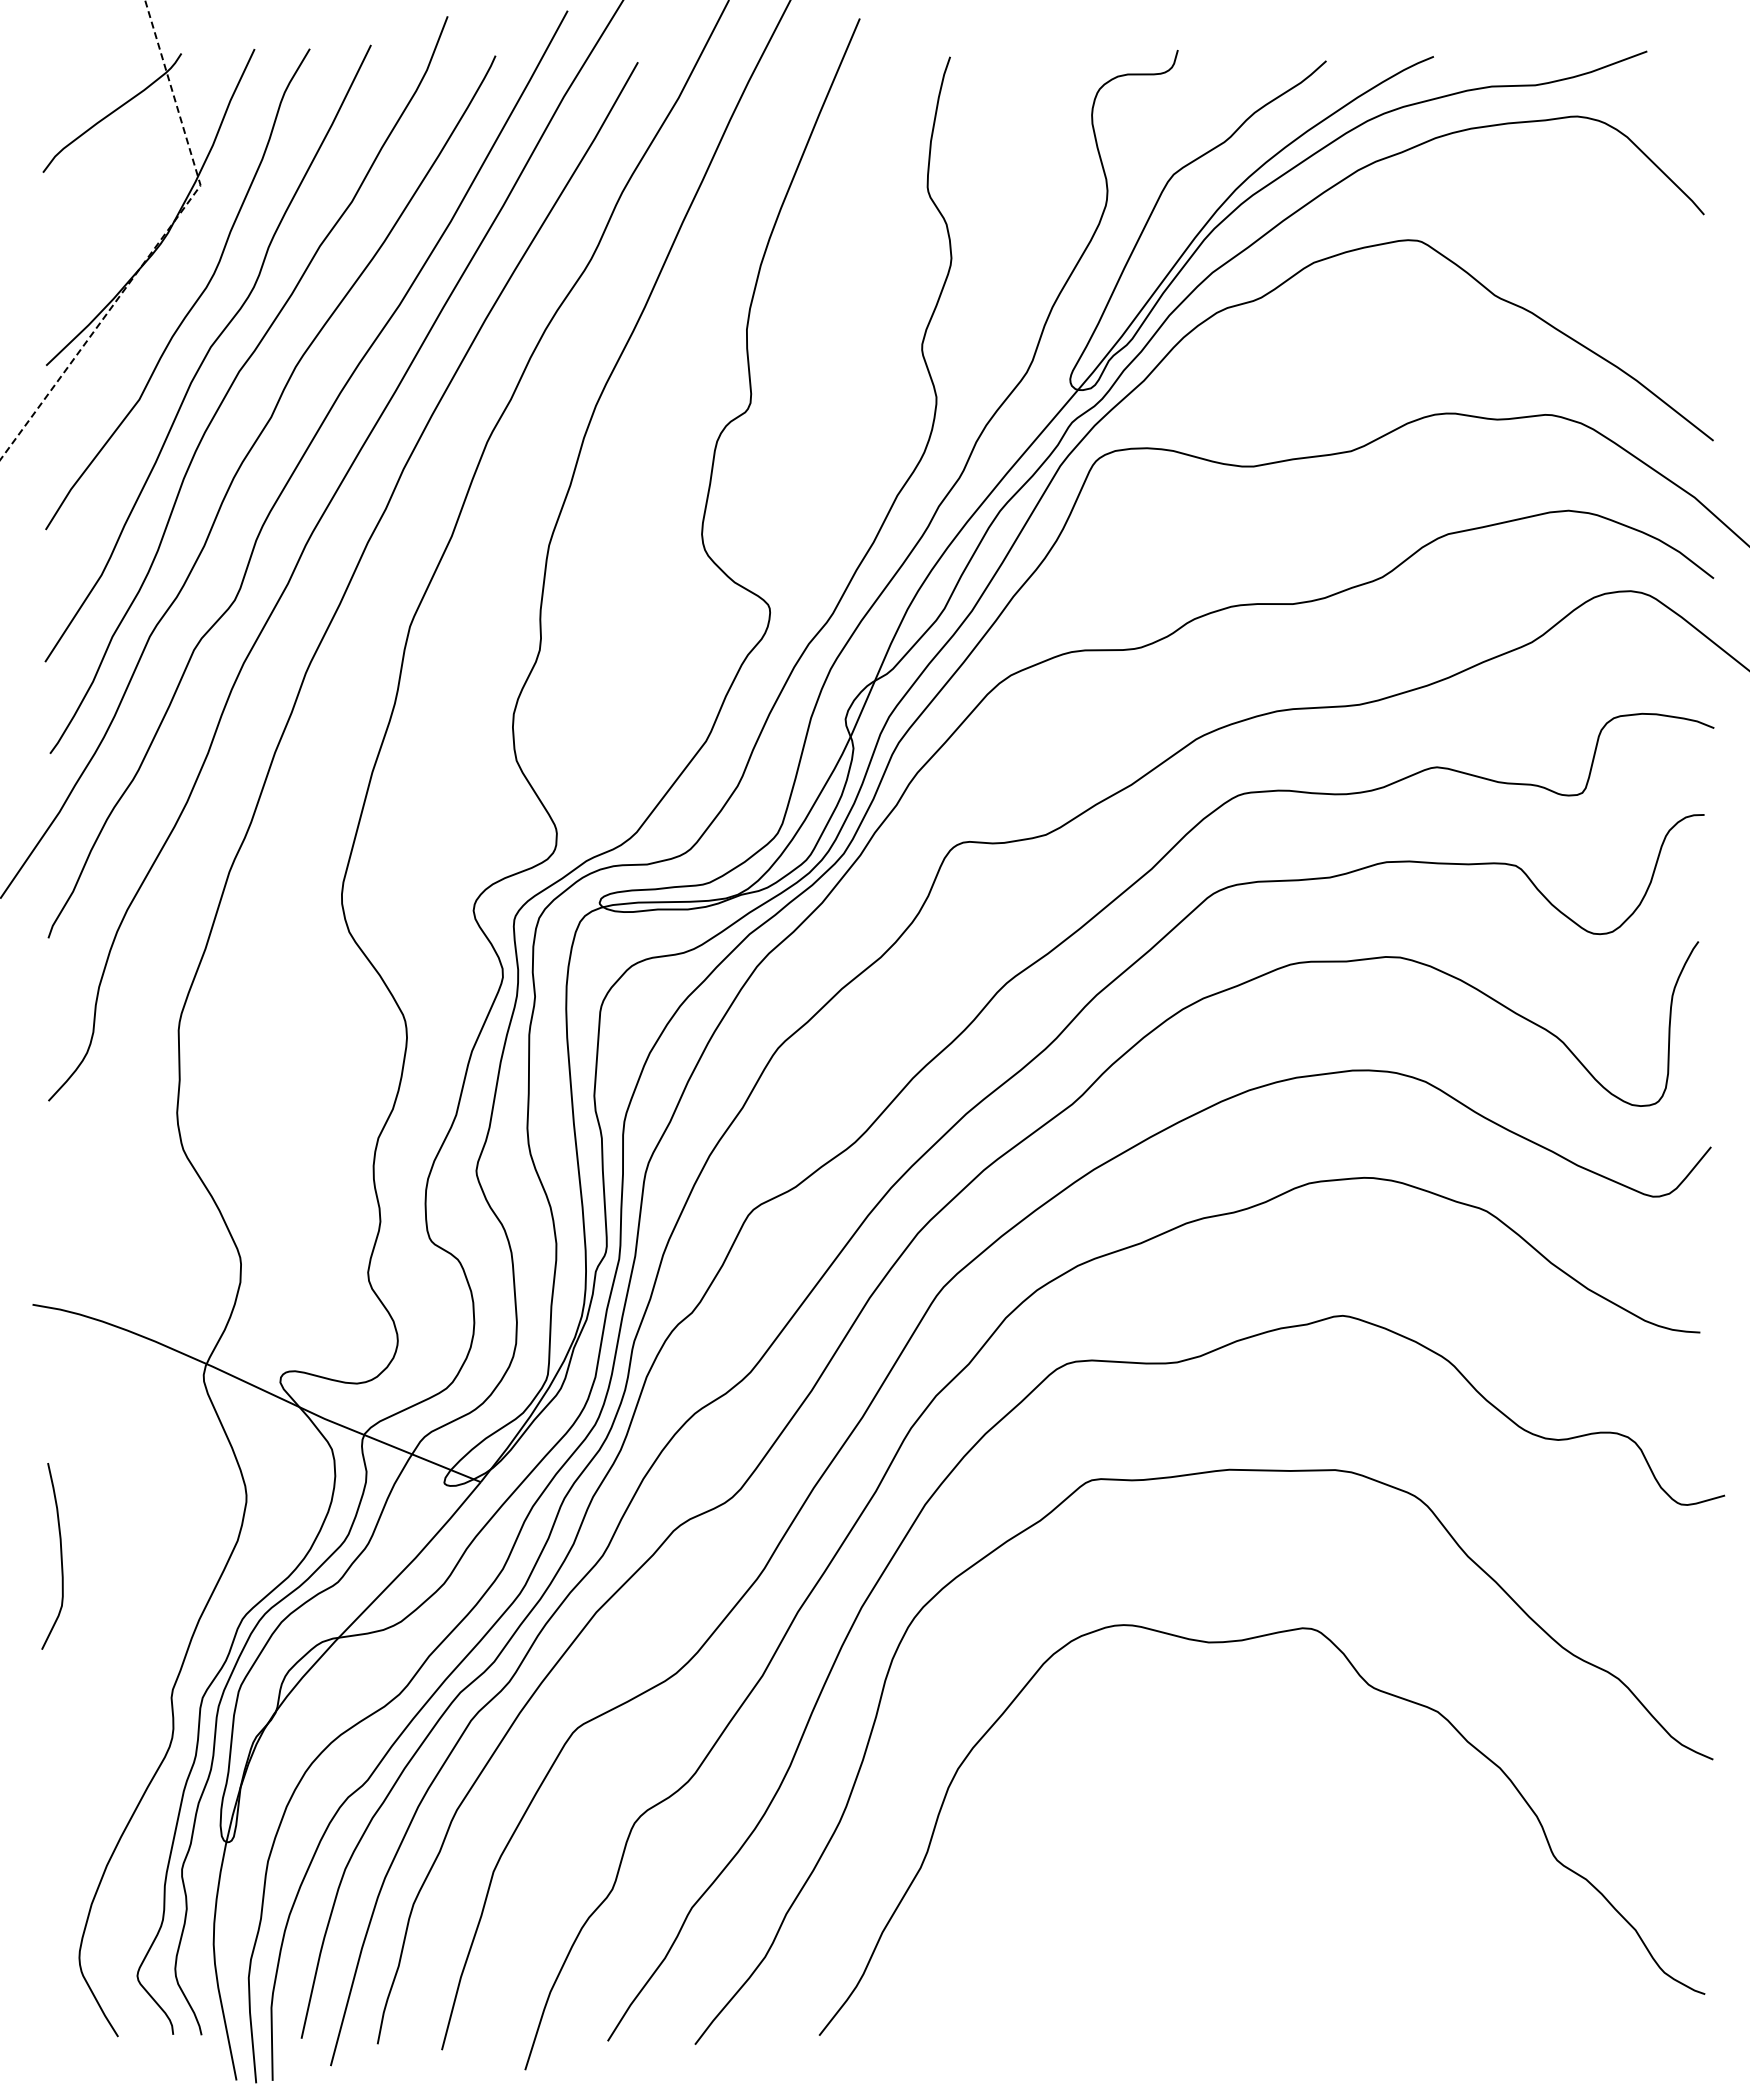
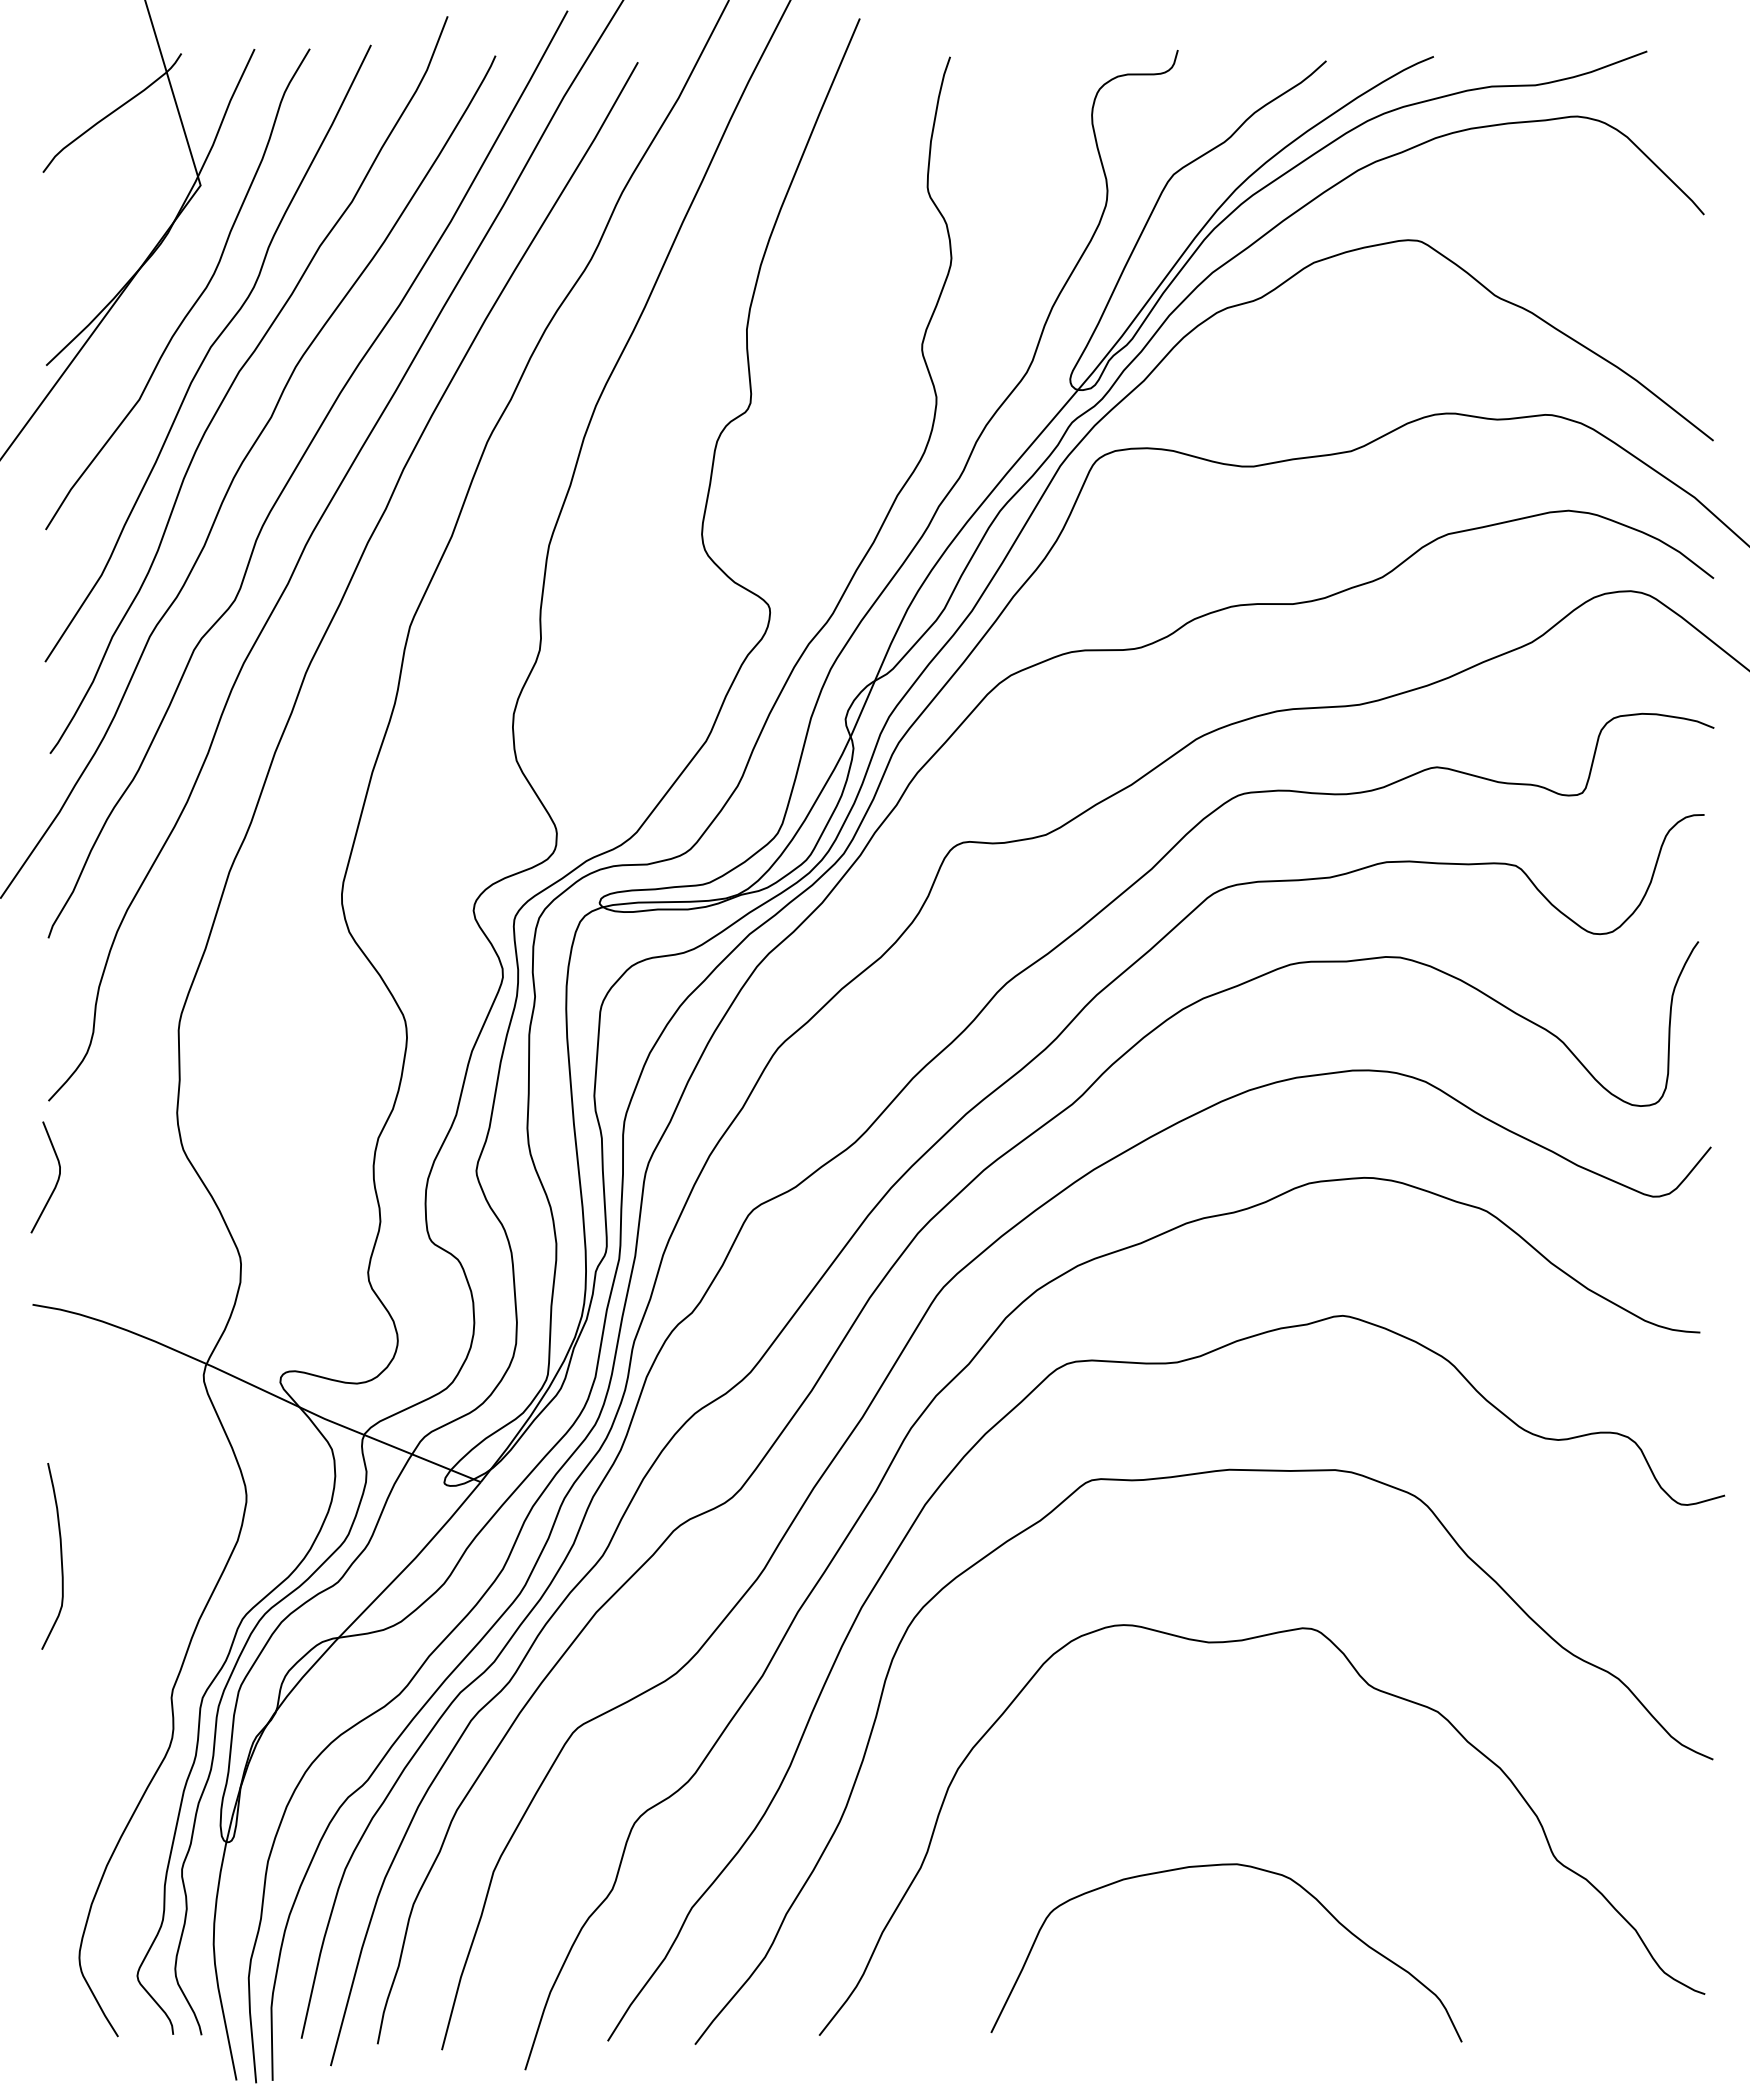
line at (157, 244): dashed -> solid
curve at (56, 1181): none -> present
curve at (1214, 1866): none -> present
